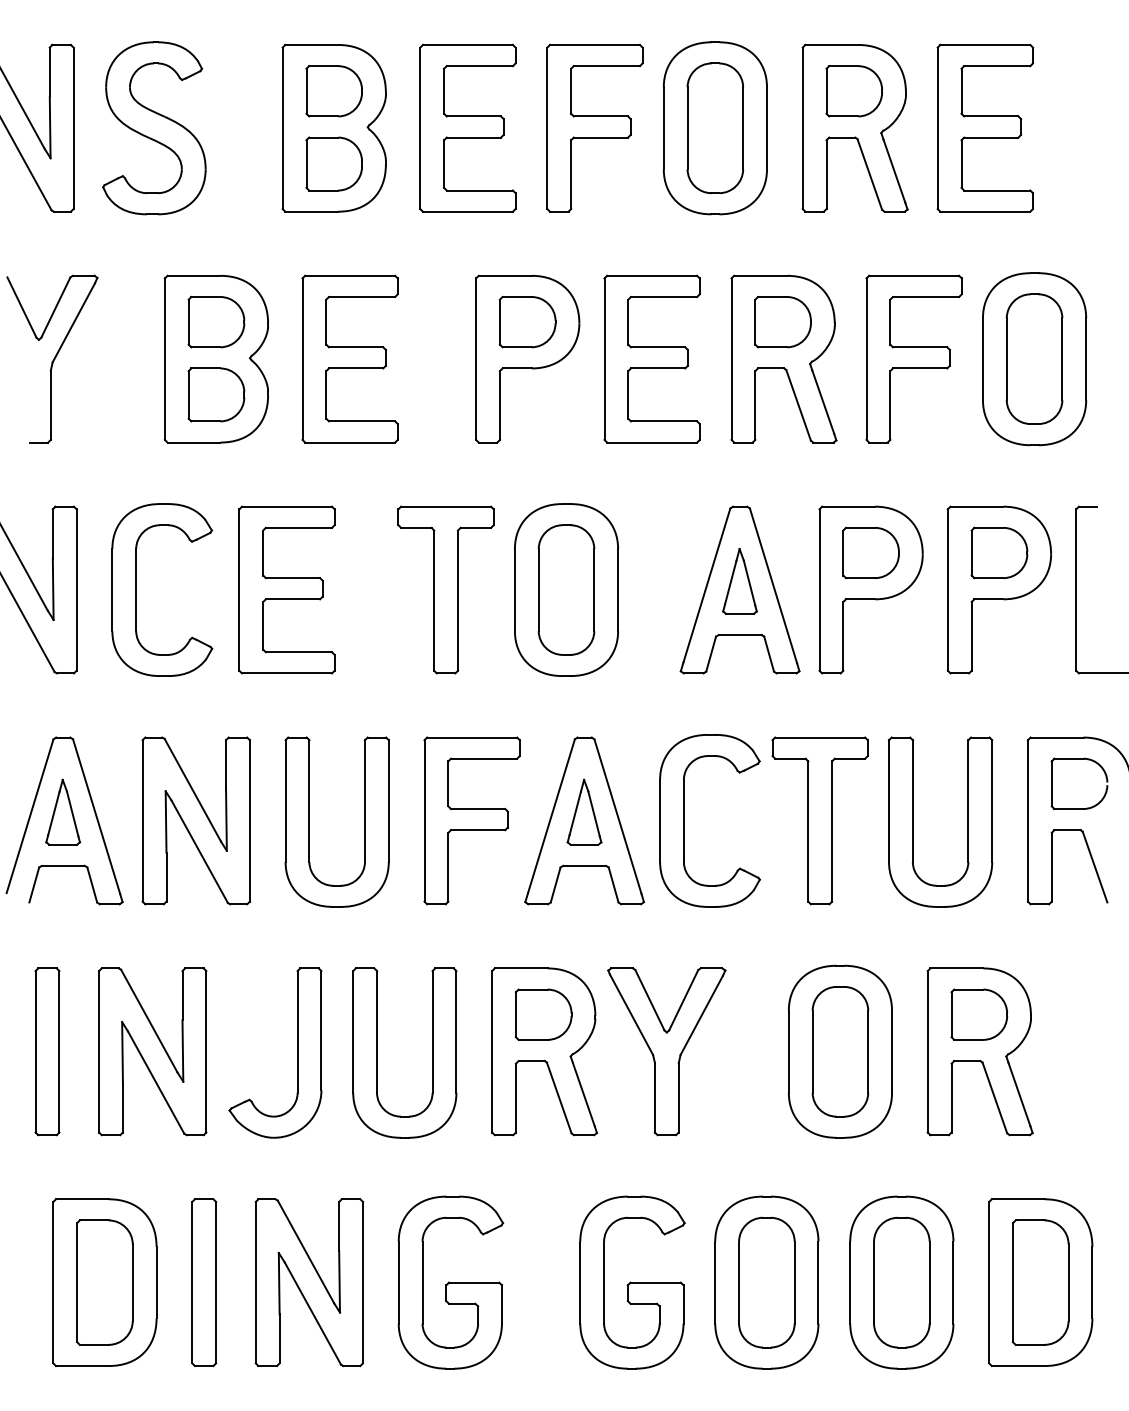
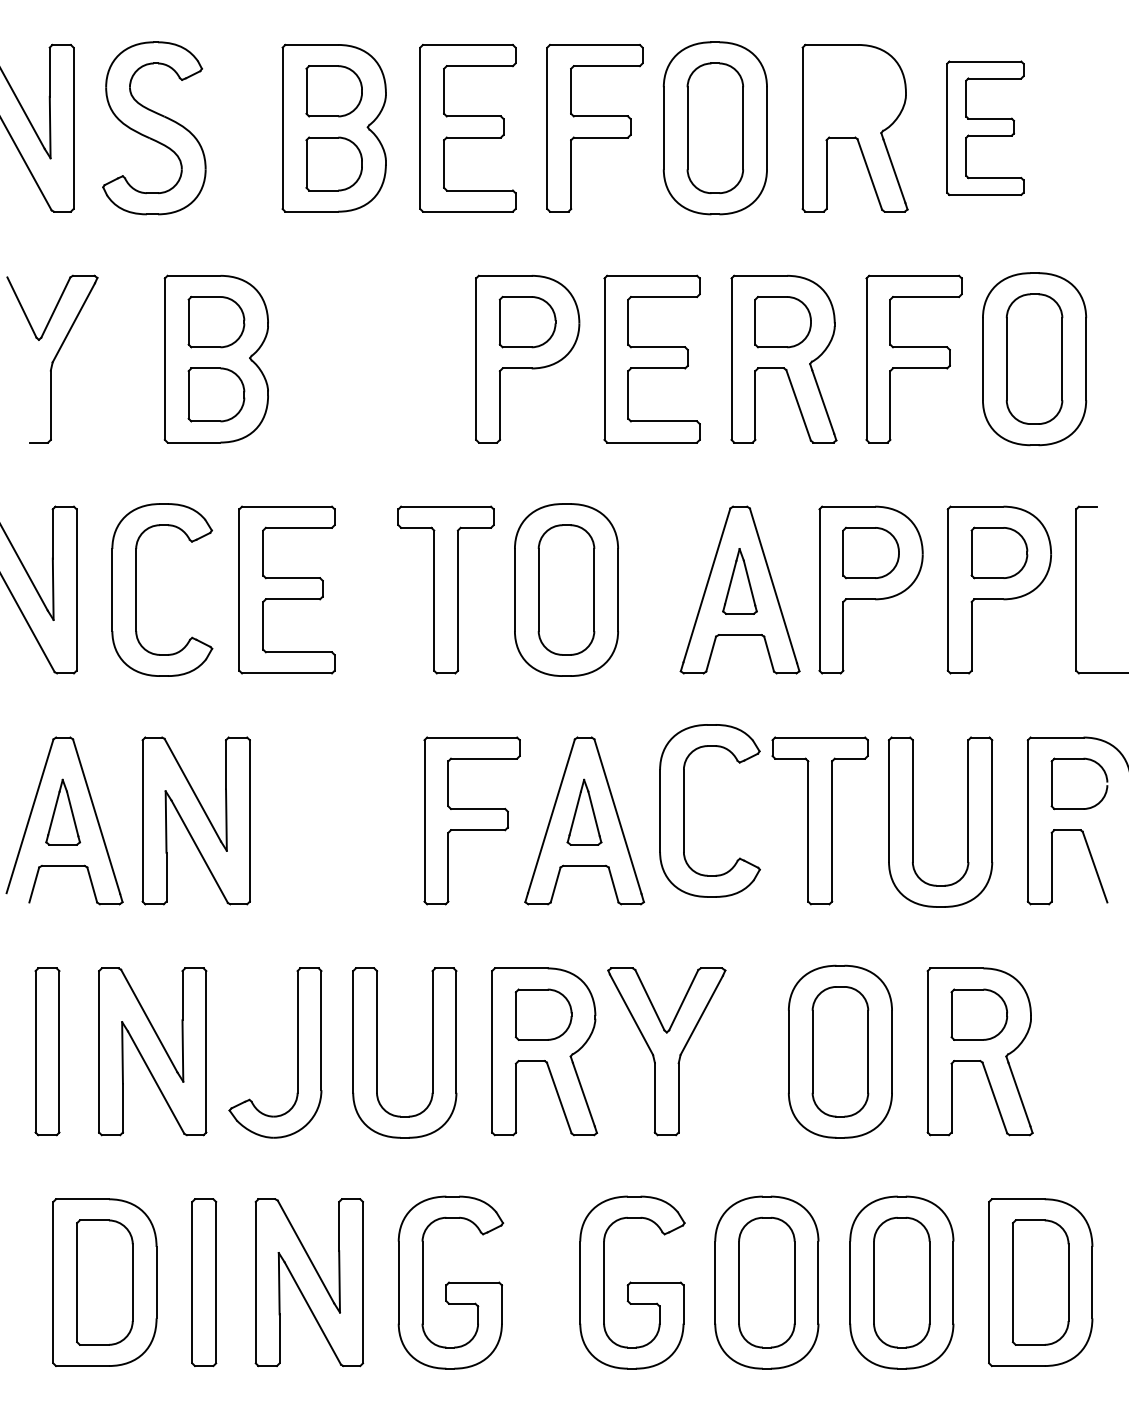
part at (853, 91): present -> none
part at (985, 127) size: 99x170 px -> 79x136 px
part at (349, 358): present -> none
part at (684, 820) position: (684, 820) -> (684, 810)
part at (309, 821): present -> none
